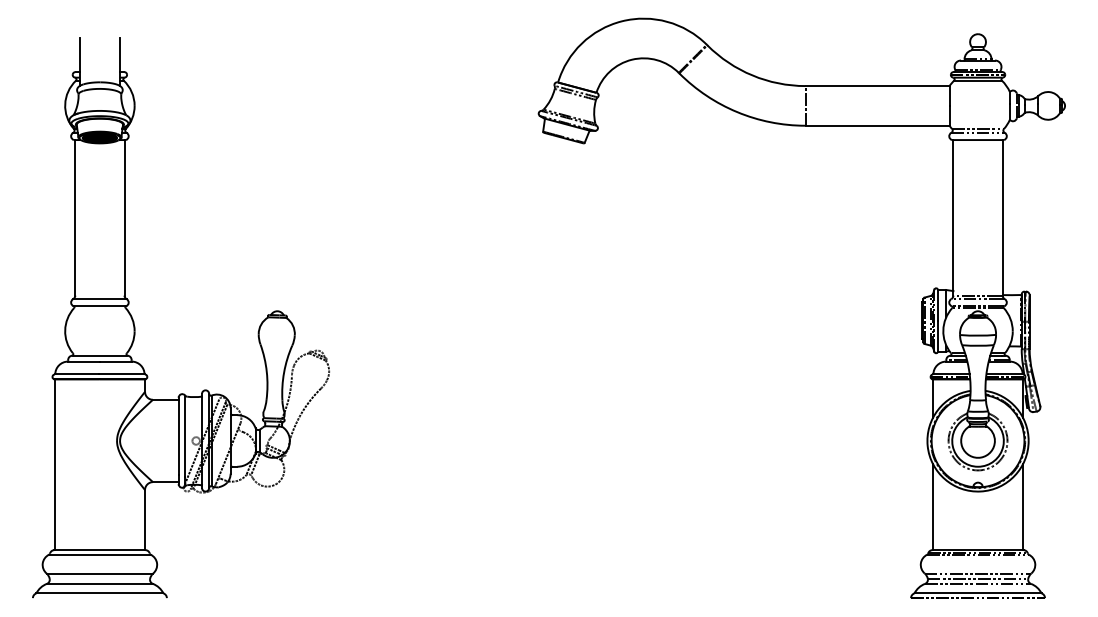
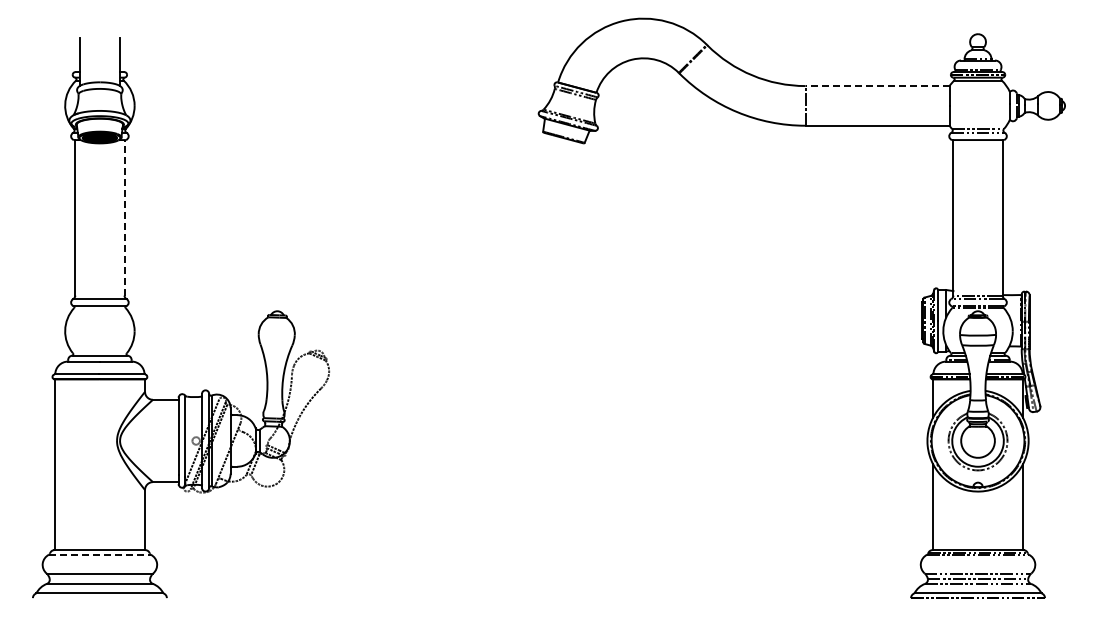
line at (877, 86): solid -> dashed
line at (124, 217): solid -> dashed
line at (99, 554): solid -> dashed
